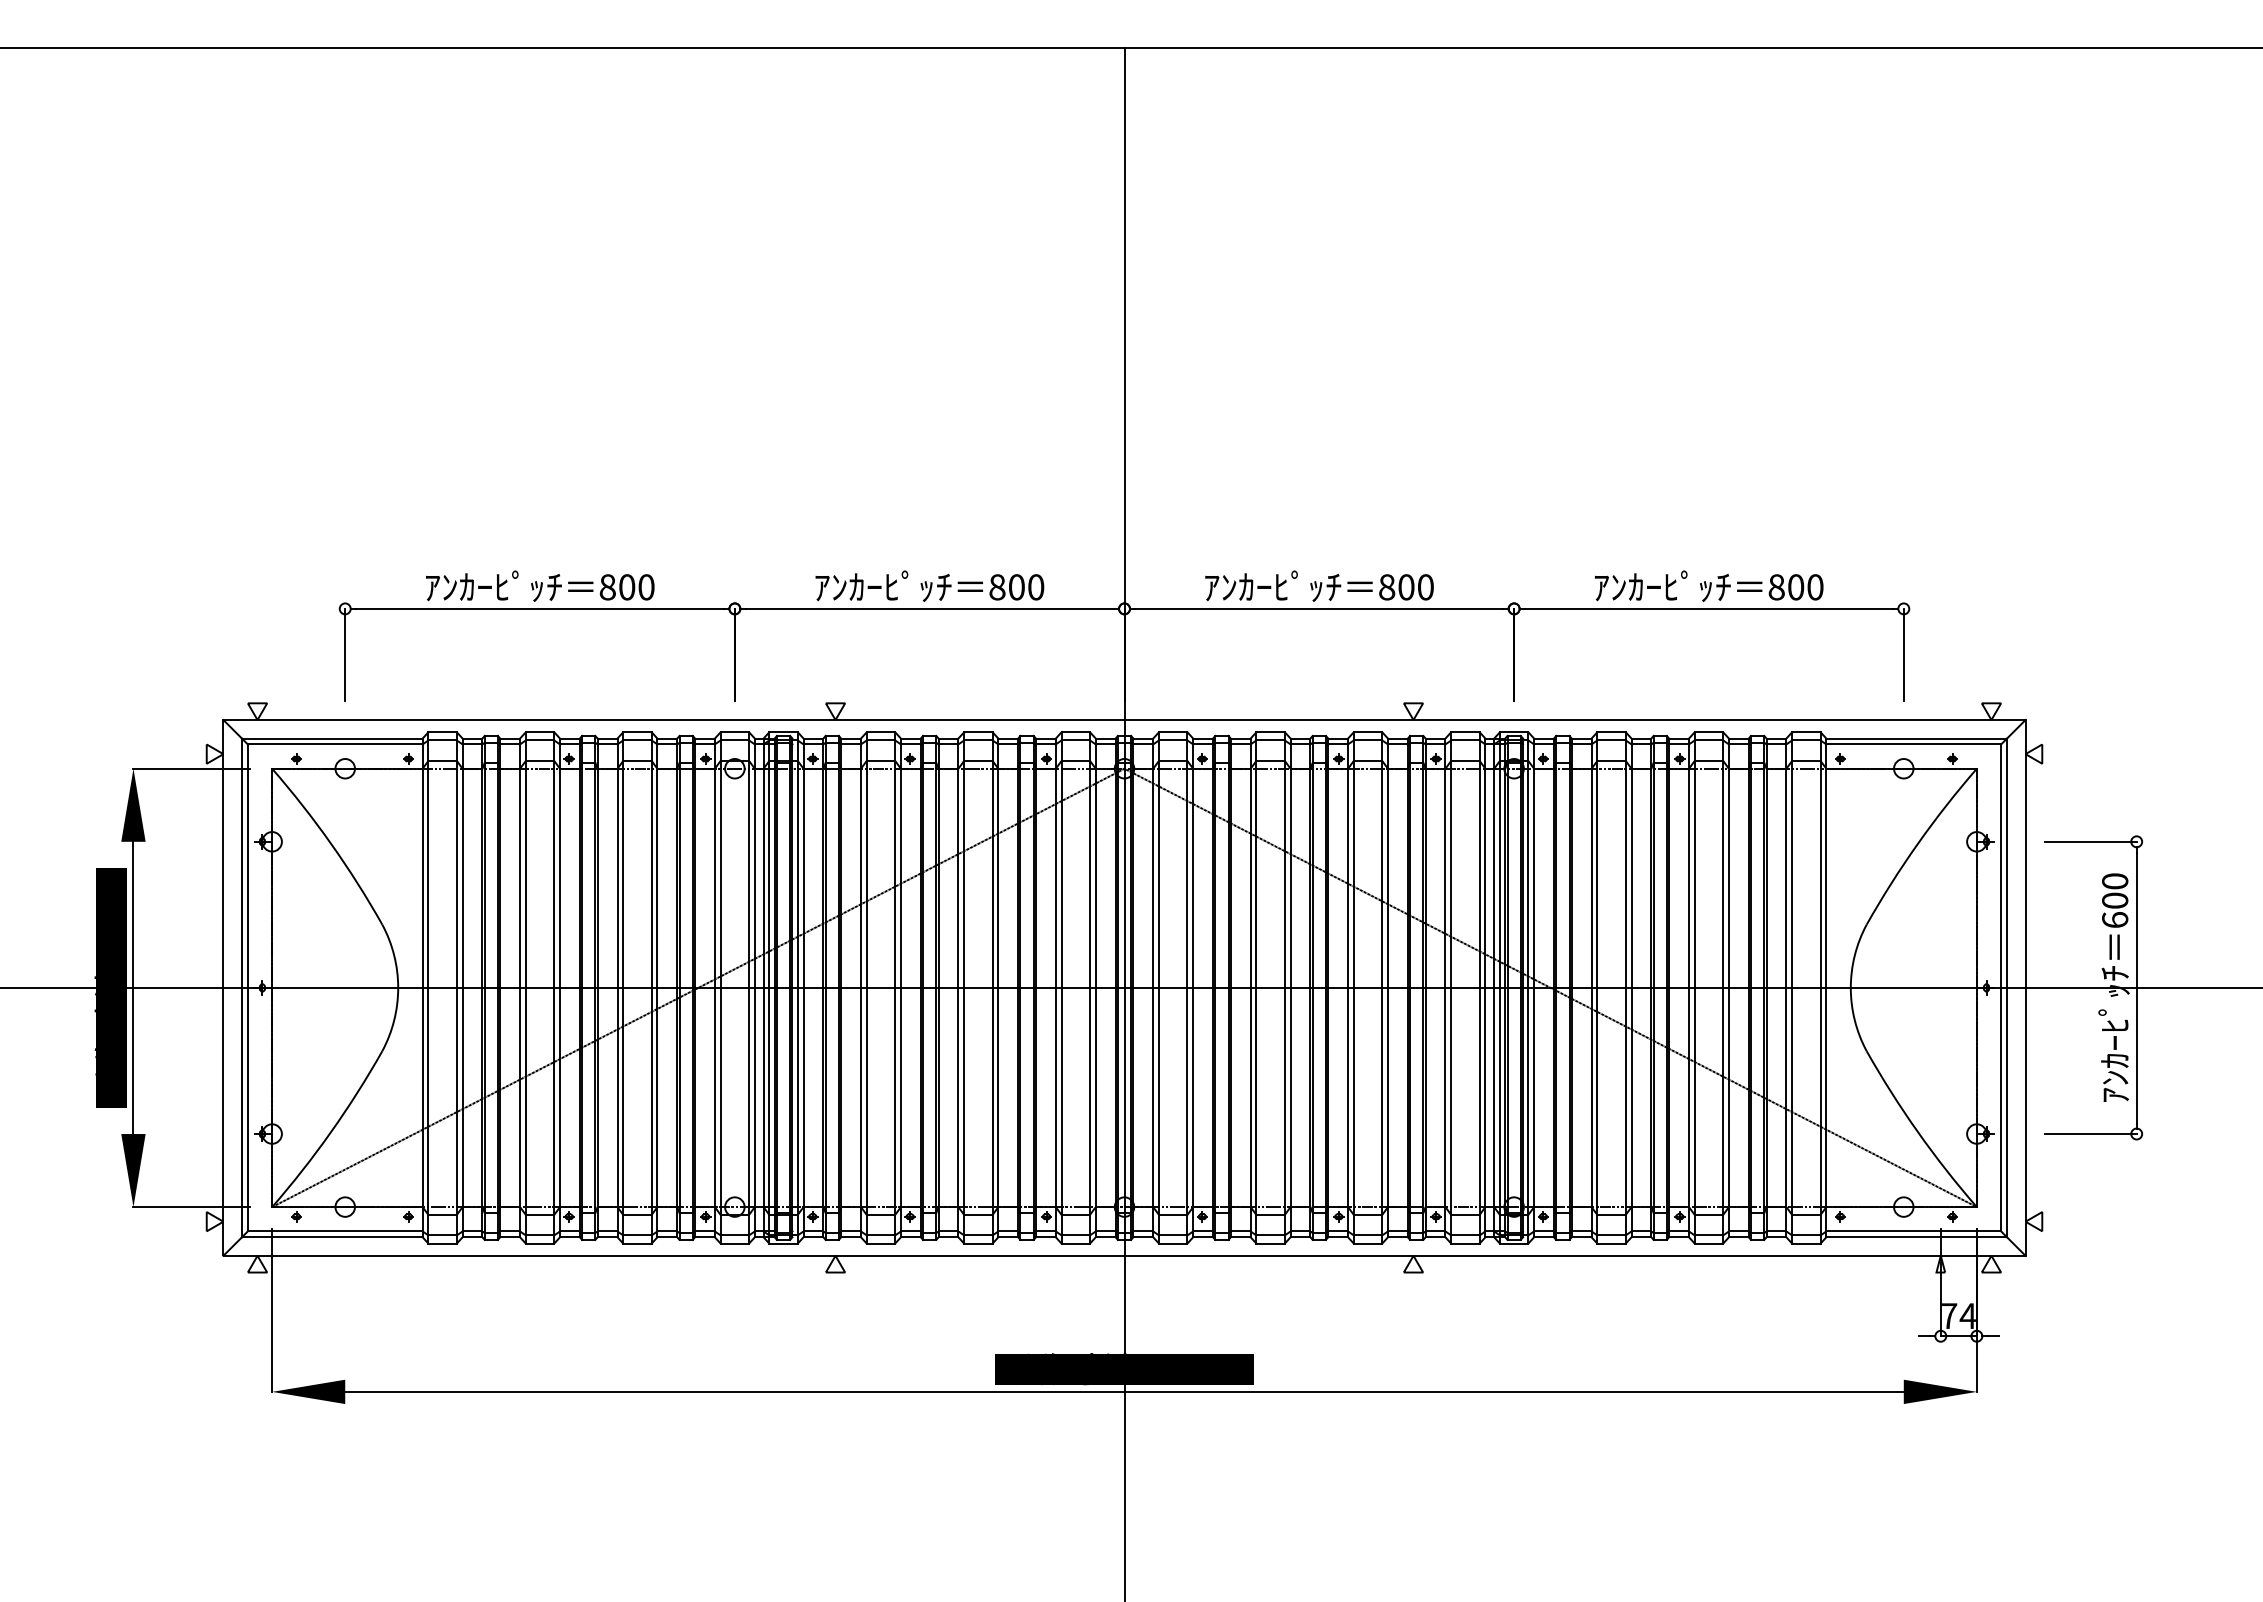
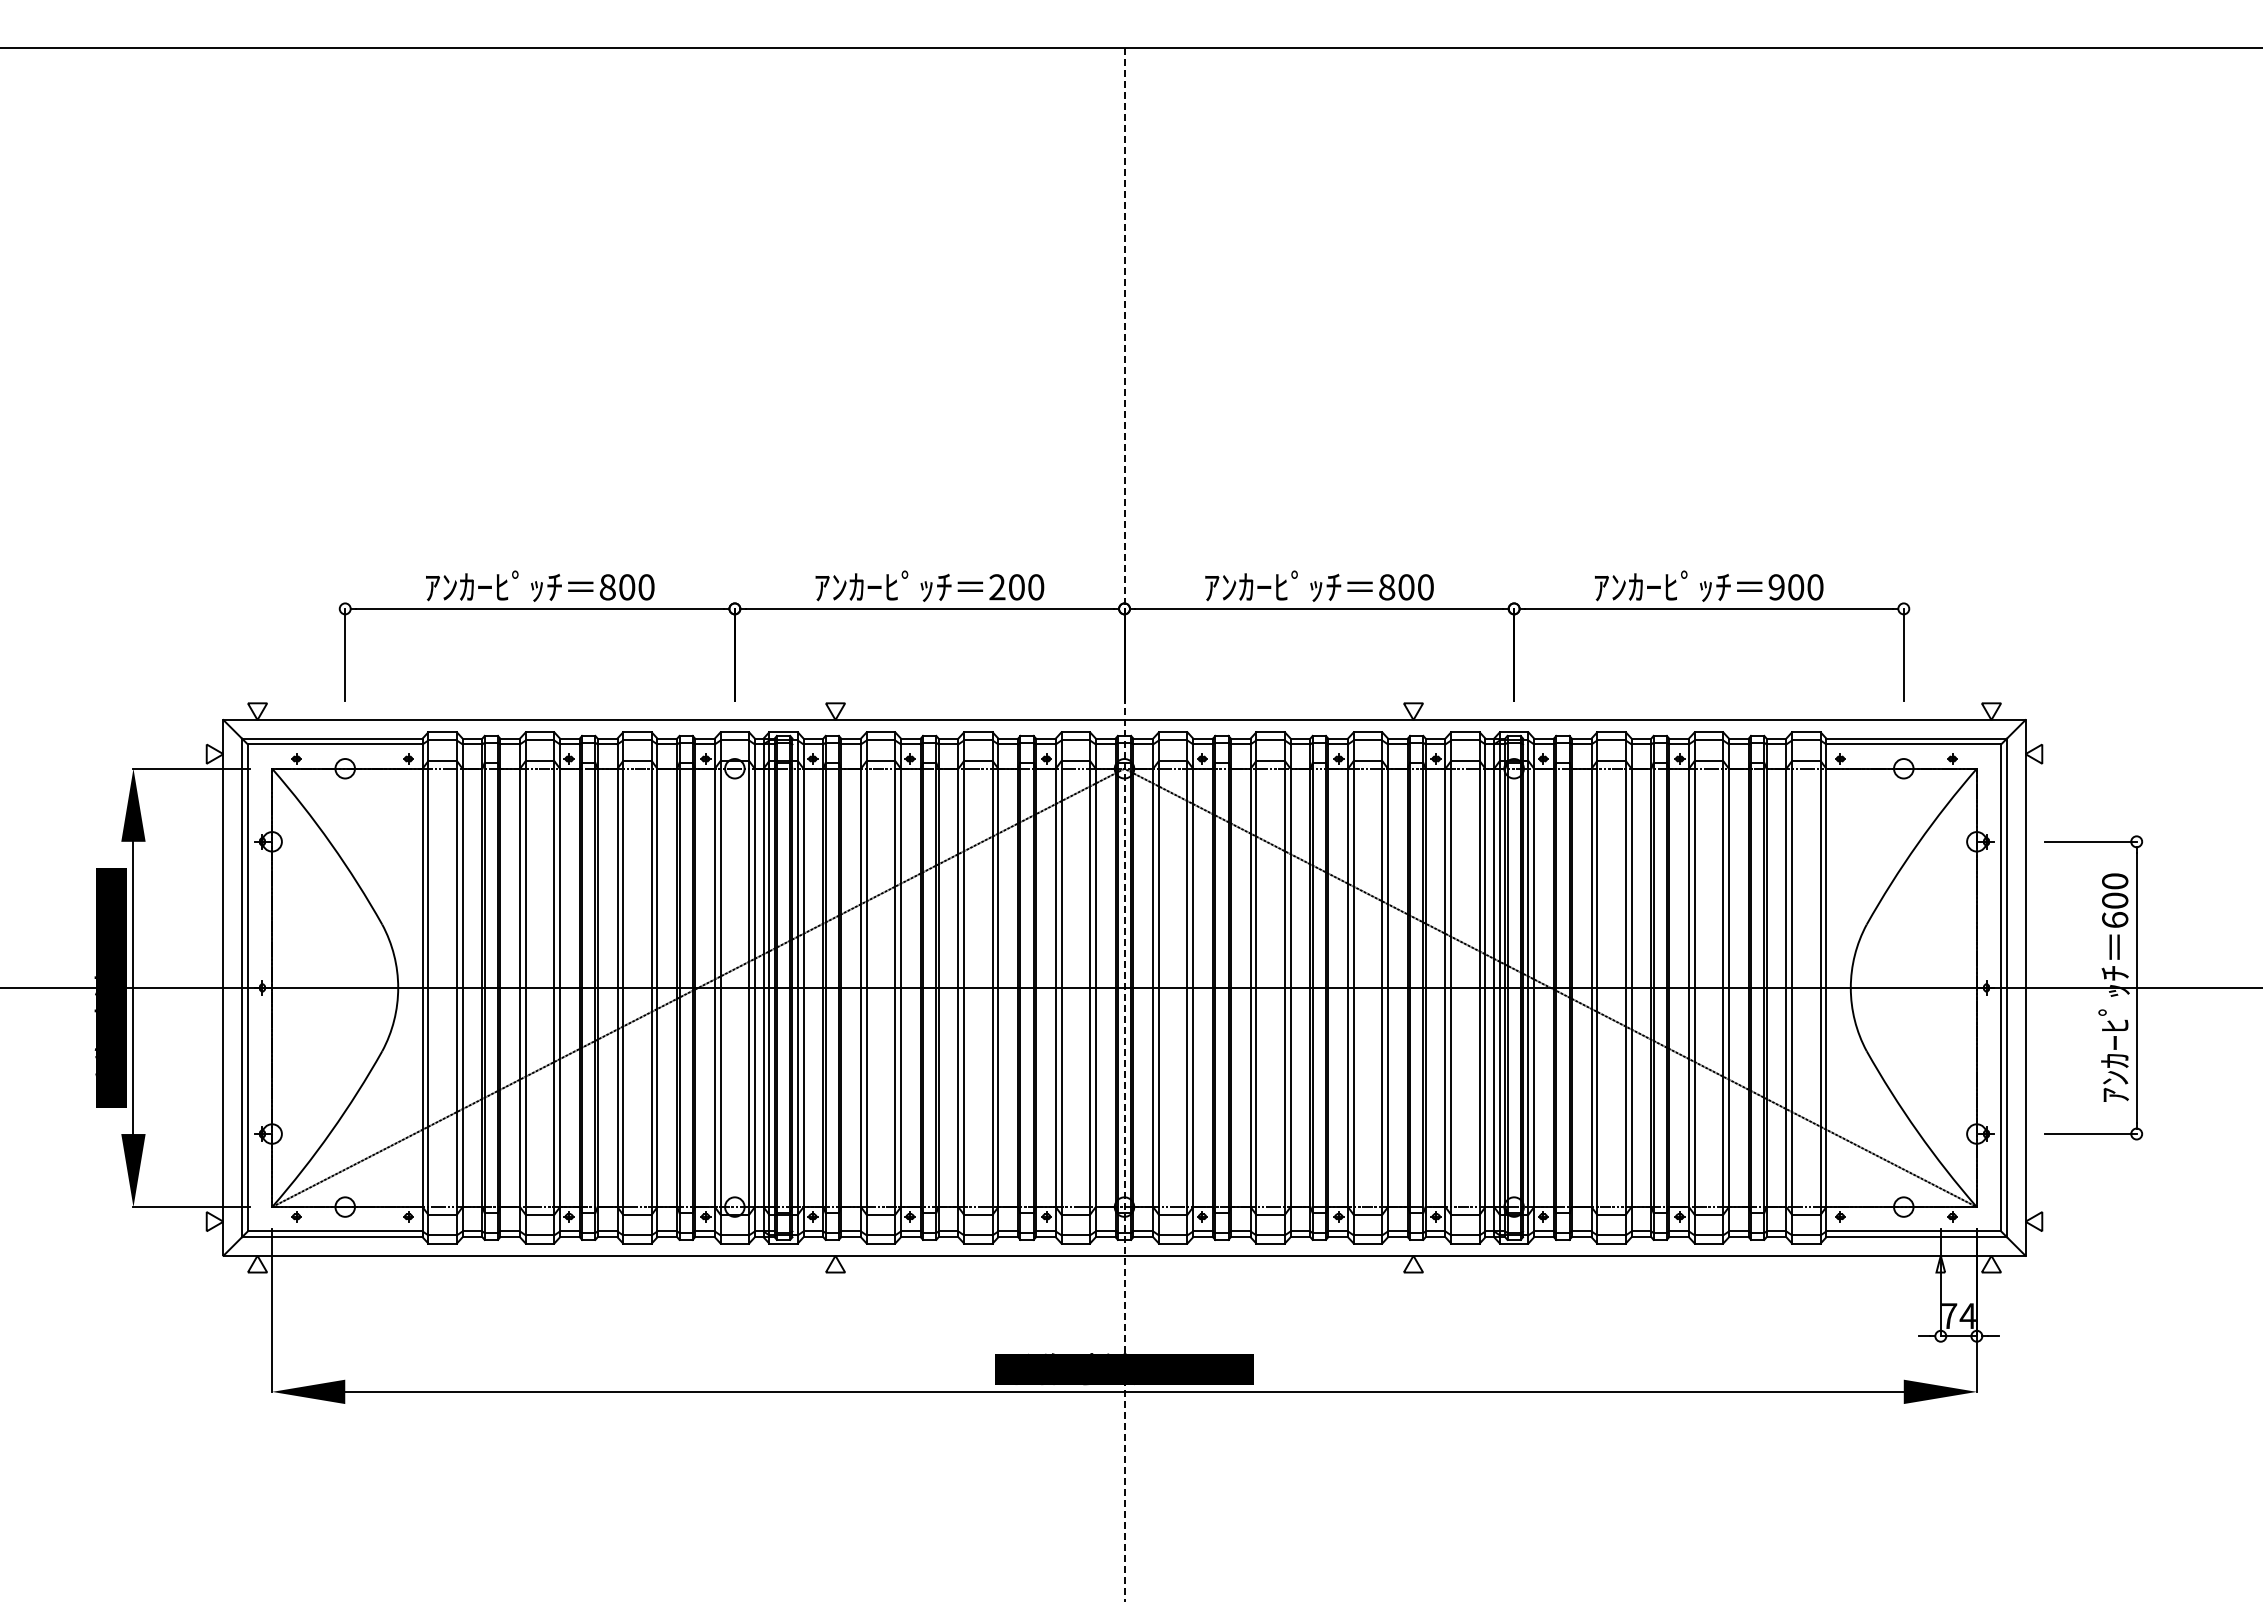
text at (997, 587): 800 -> 200
text at (1776, 587): 800 -> 900
line at (1124, 824): solid -> dashed
